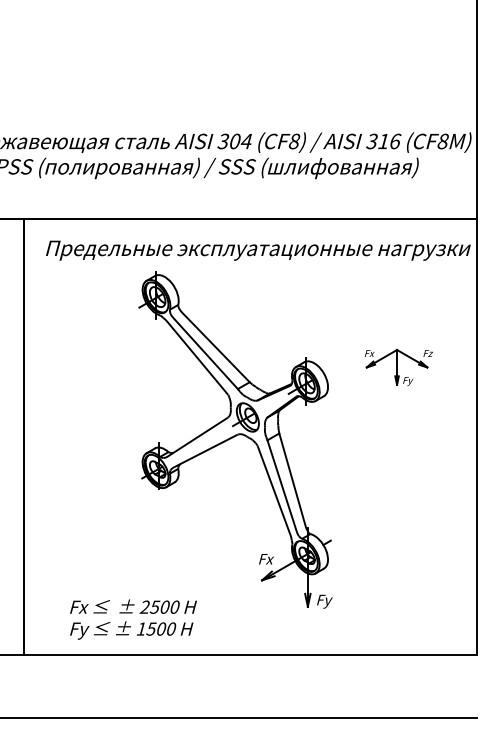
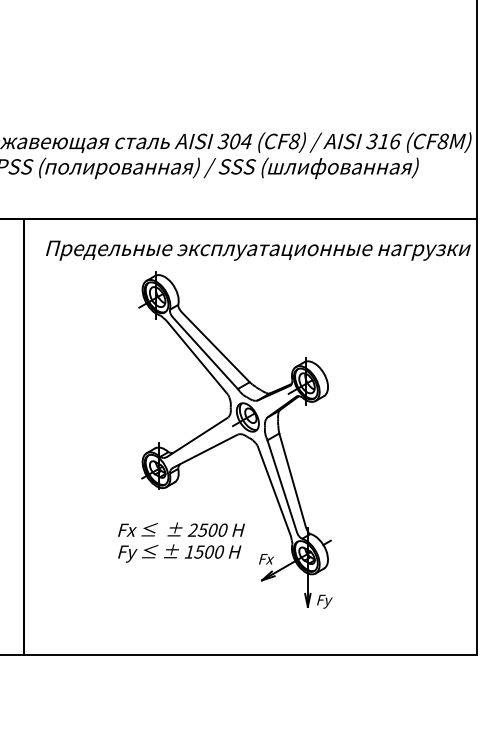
part at (398, 367): present -> none
text at (133, 619) position: (133, 619) -> (181, 542)
line at (239, 717): present -> none
